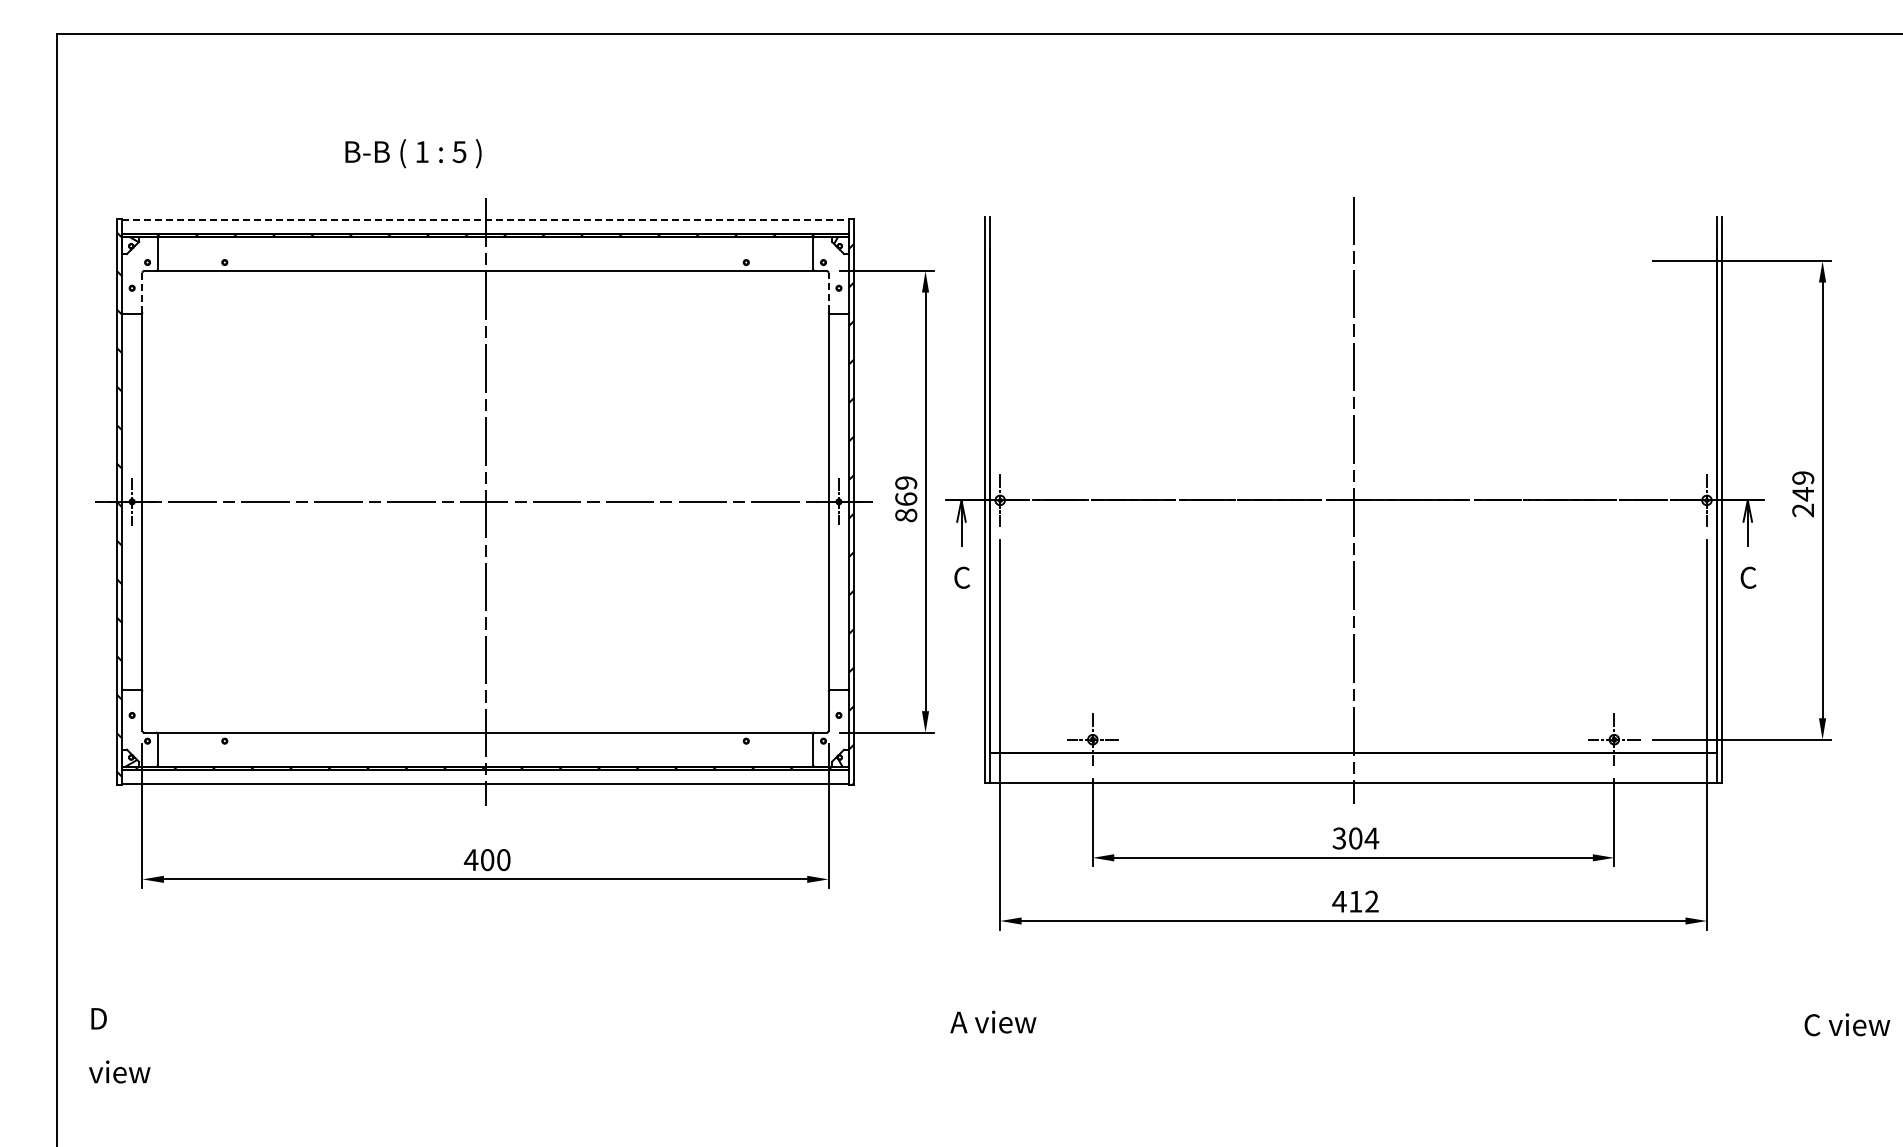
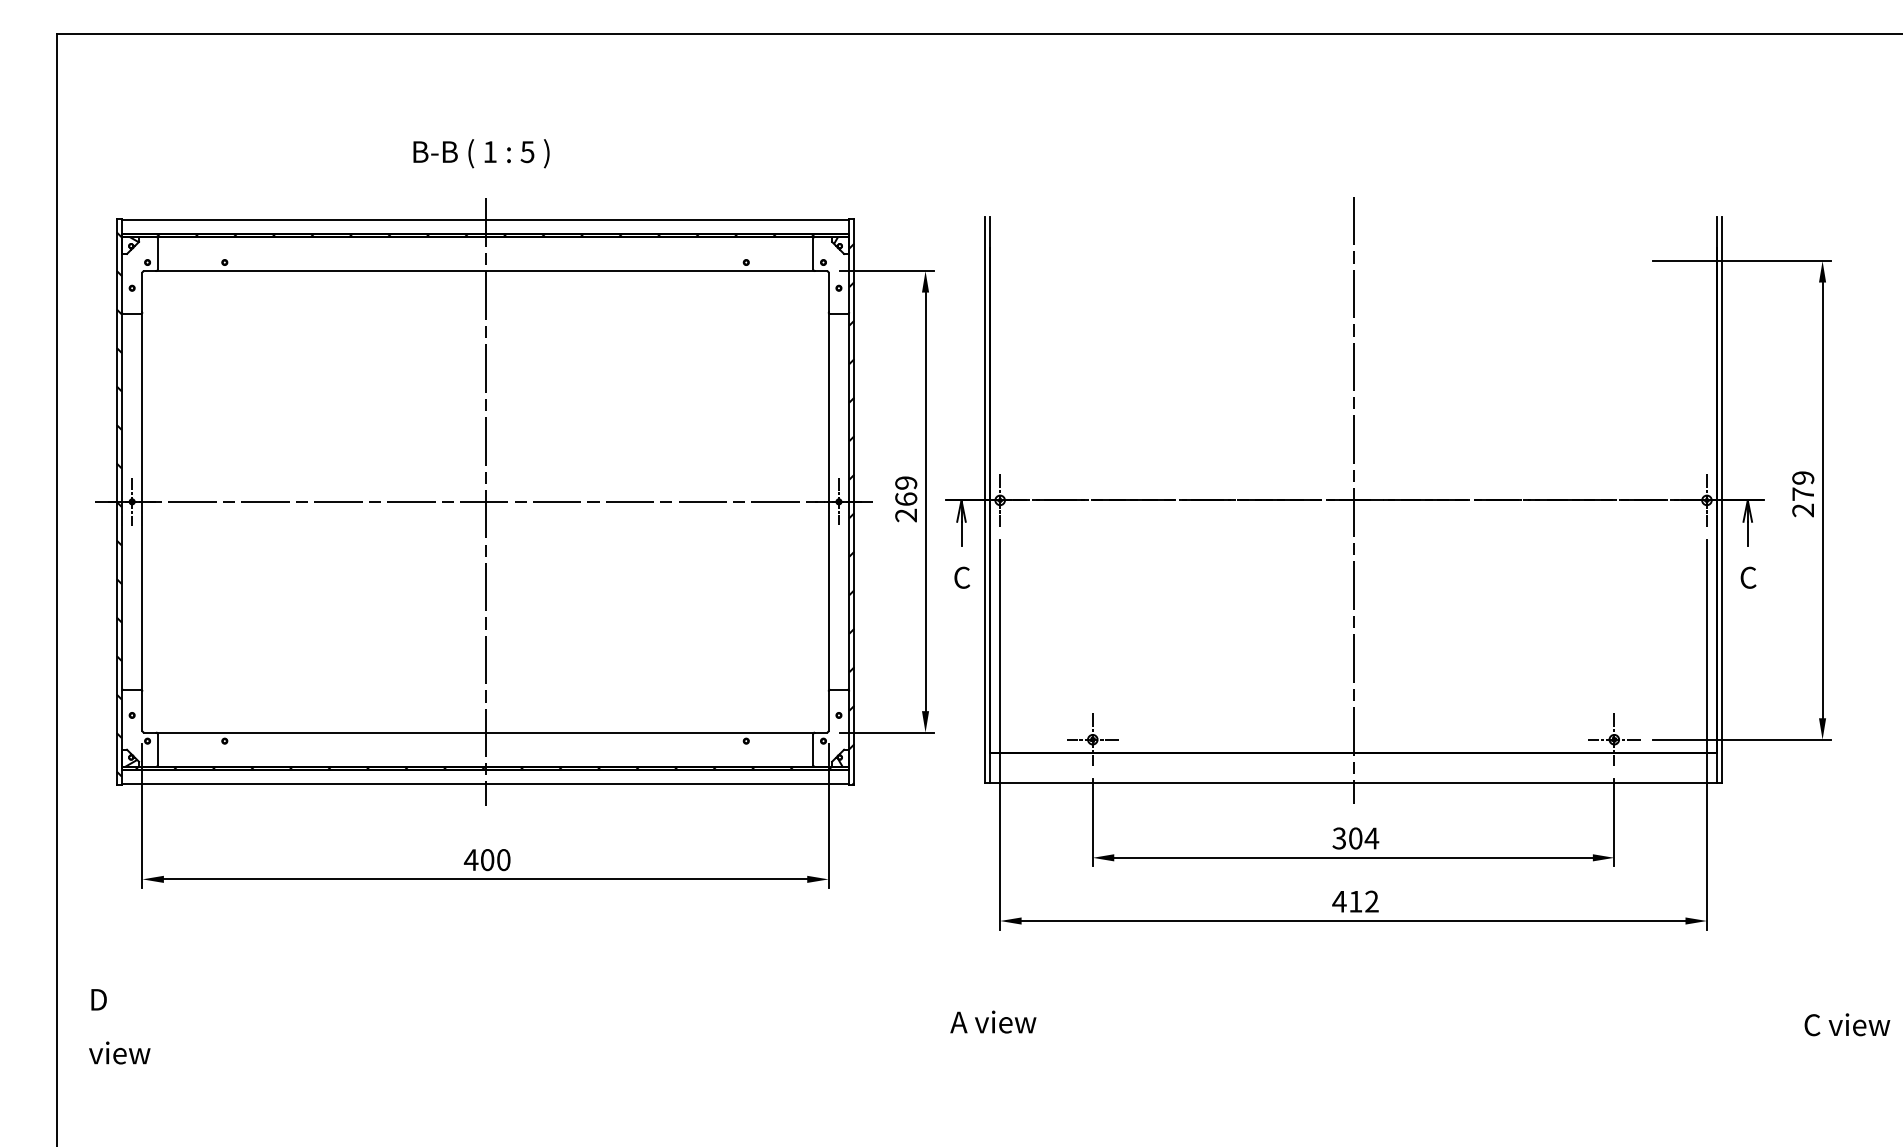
text at (413, 153) position: (413, 153) -> (481, 153)
line at (485, 219): dashed -> solid
line at (142, 292): dashed -> solid
line at (828, 292): dashed -> solid
text at (1802, 494): 249 -> 279
text at (906, 515): 869 -> 269
text at (119, 1045) position: (119, 1045) -> (119, 1026)
